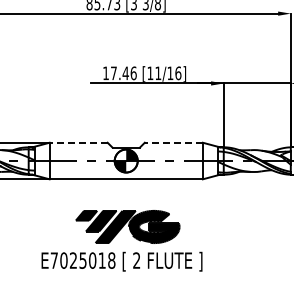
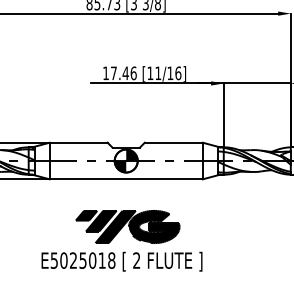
line at (78, 142): dashed -> solid
line at (173, 142): dashed -> solid
text at (53, 260): E7025018 -> E5025018
